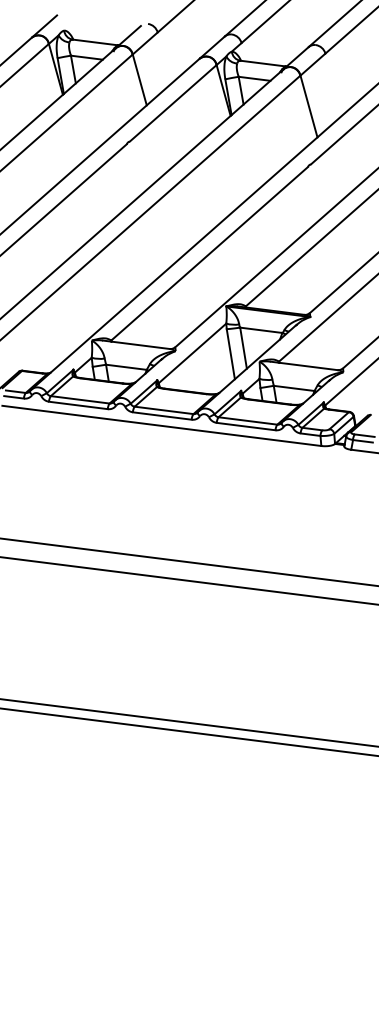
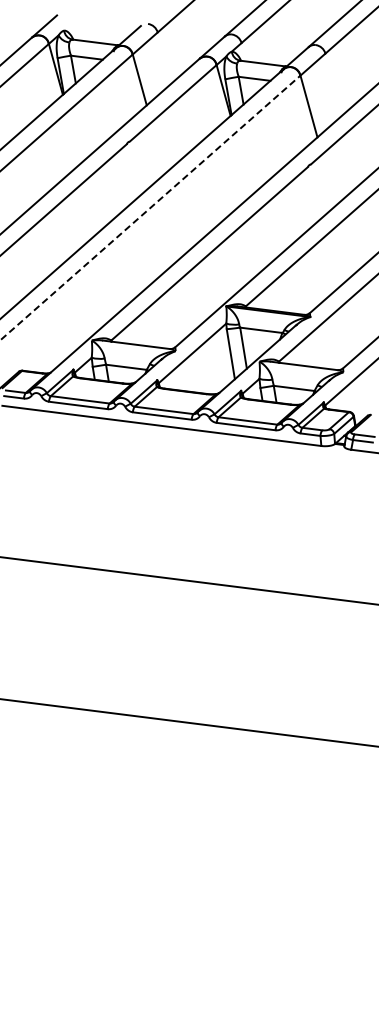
line at (150, 207): solid -> dashed
line at (188, 561): present -> none
line at (188, 731): present -> none
